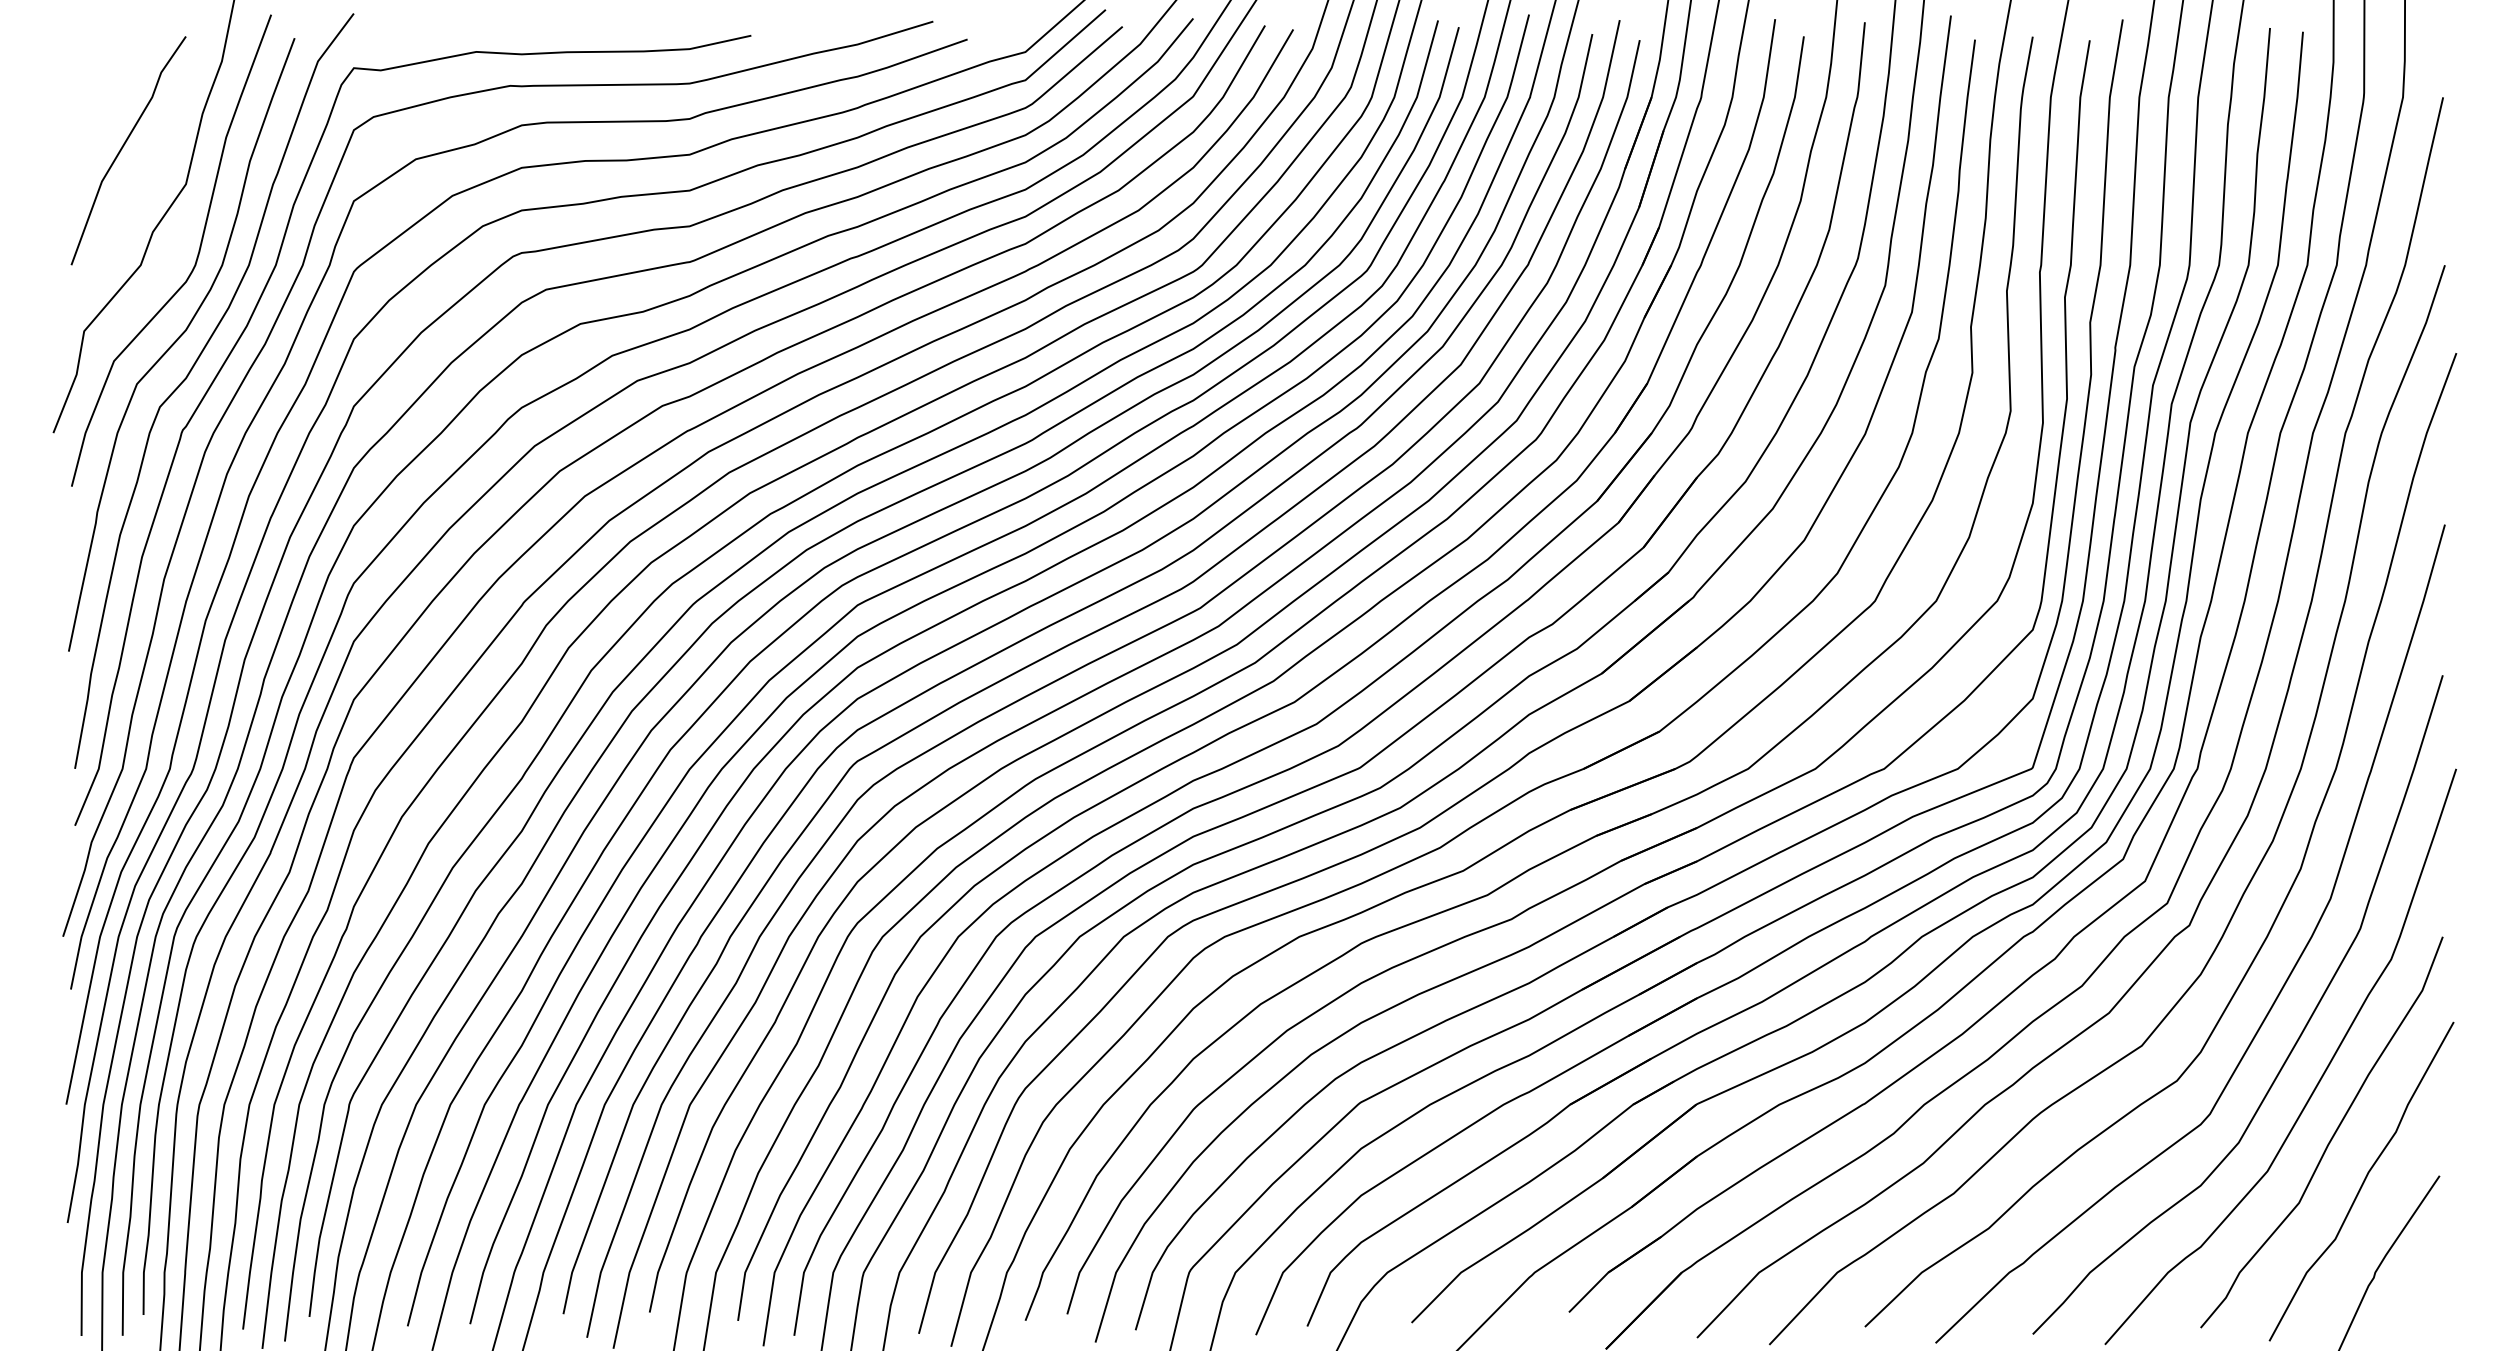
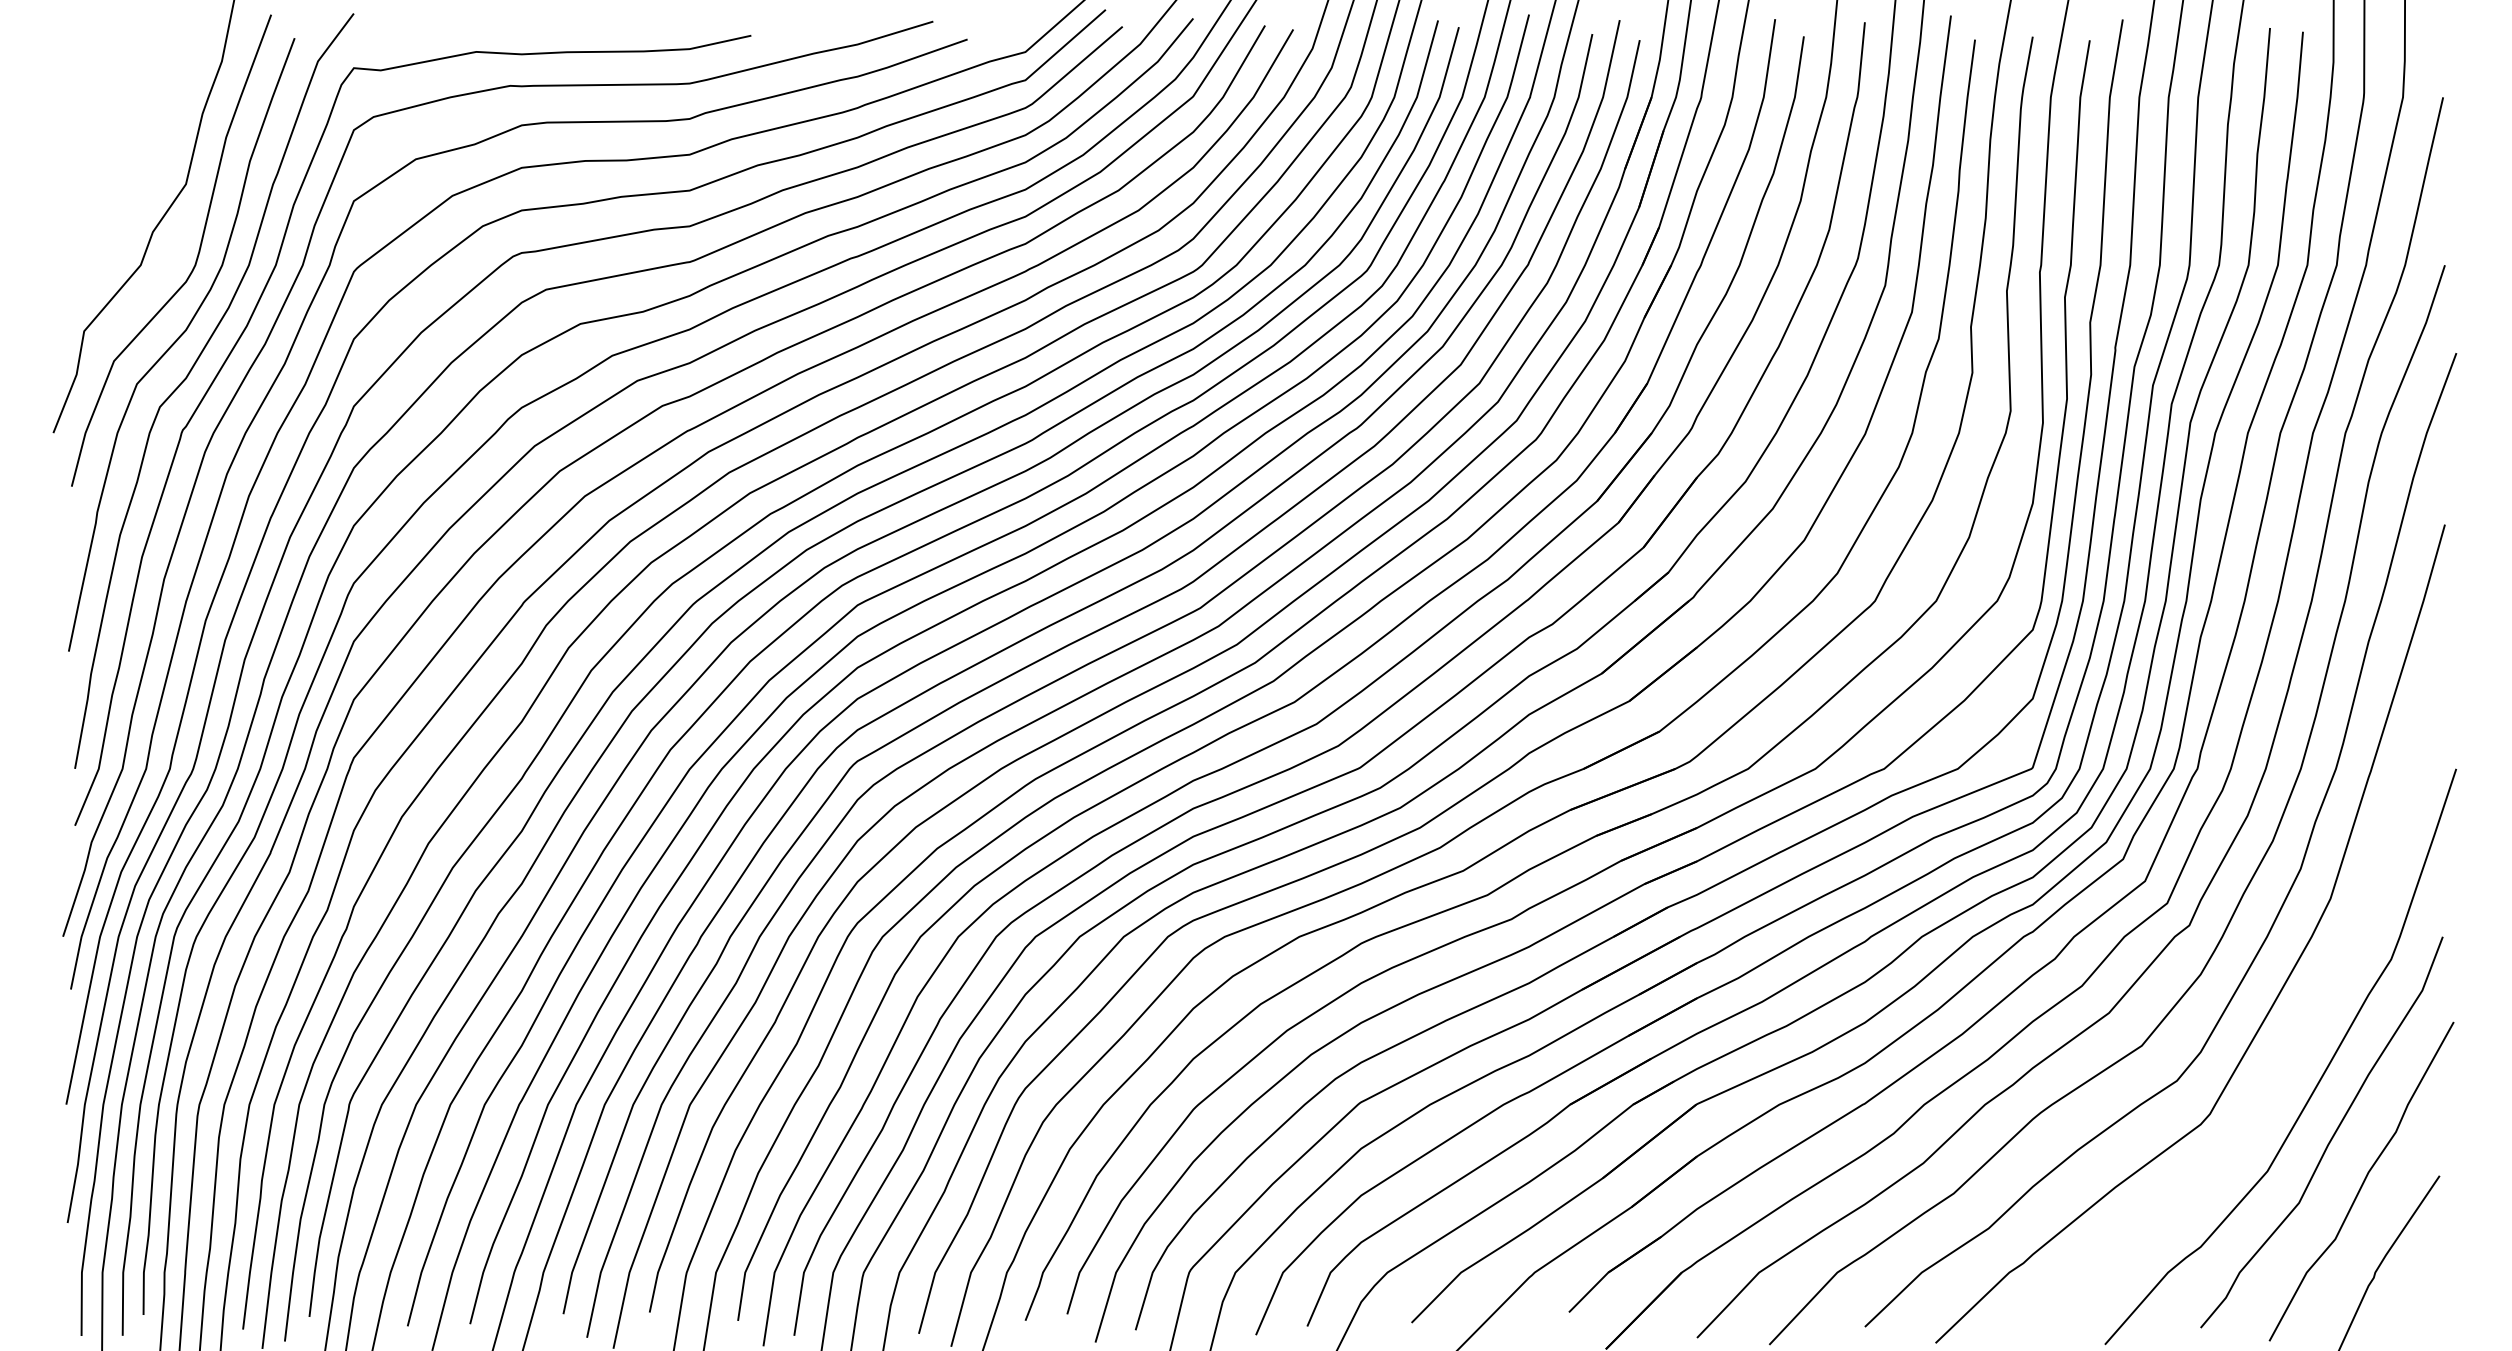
curve at (123, 147): present -> none
curve at (2297, 1038): present -> none
